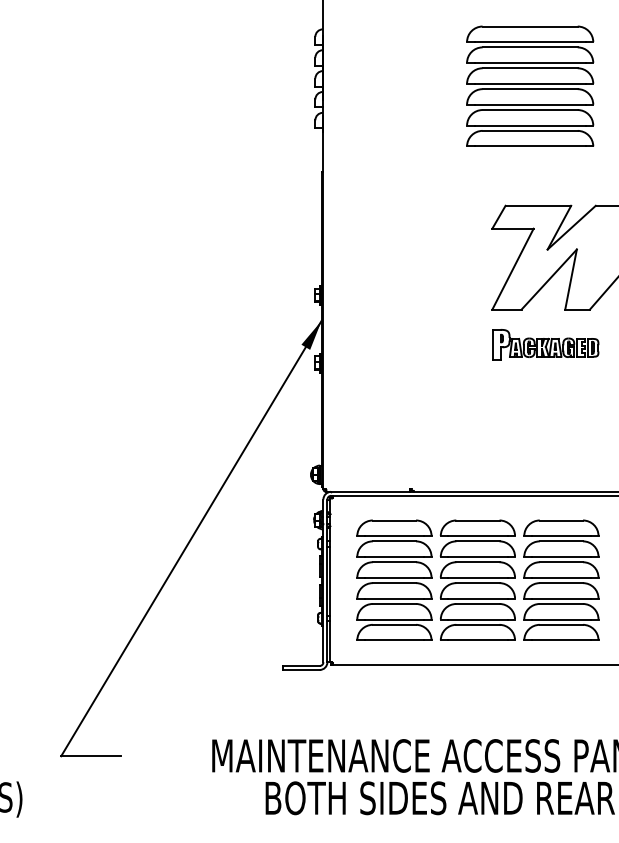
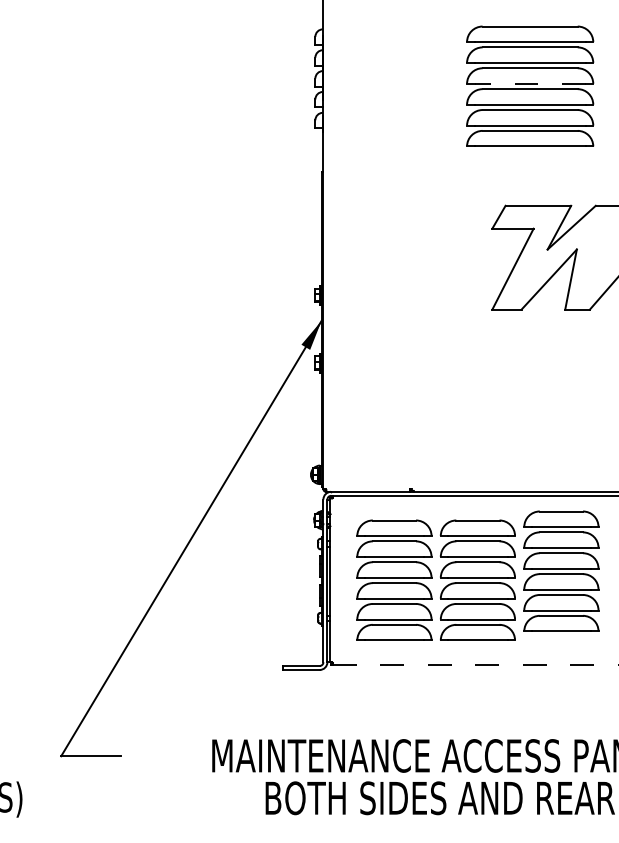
line at (530, 83): solid -> dashed
part at (545, 344): present -> none
part at (561, 579) position: (561, 579) -> (561, 570)
line at (475, 665): solid -> dashed
